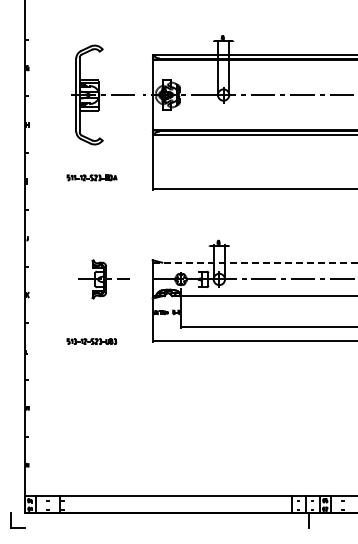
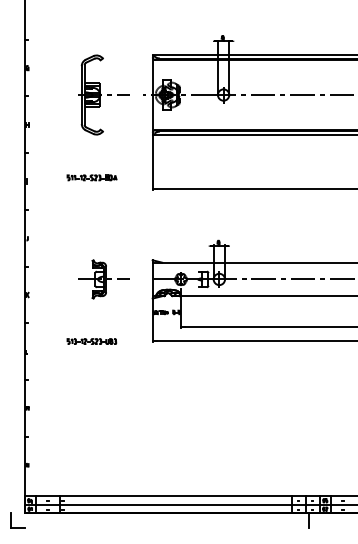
part at (102, 94) size: 64x102 px -> 52x82 px
line at (255, 262): dashed -> solid
line at (189, 504): none -> present
